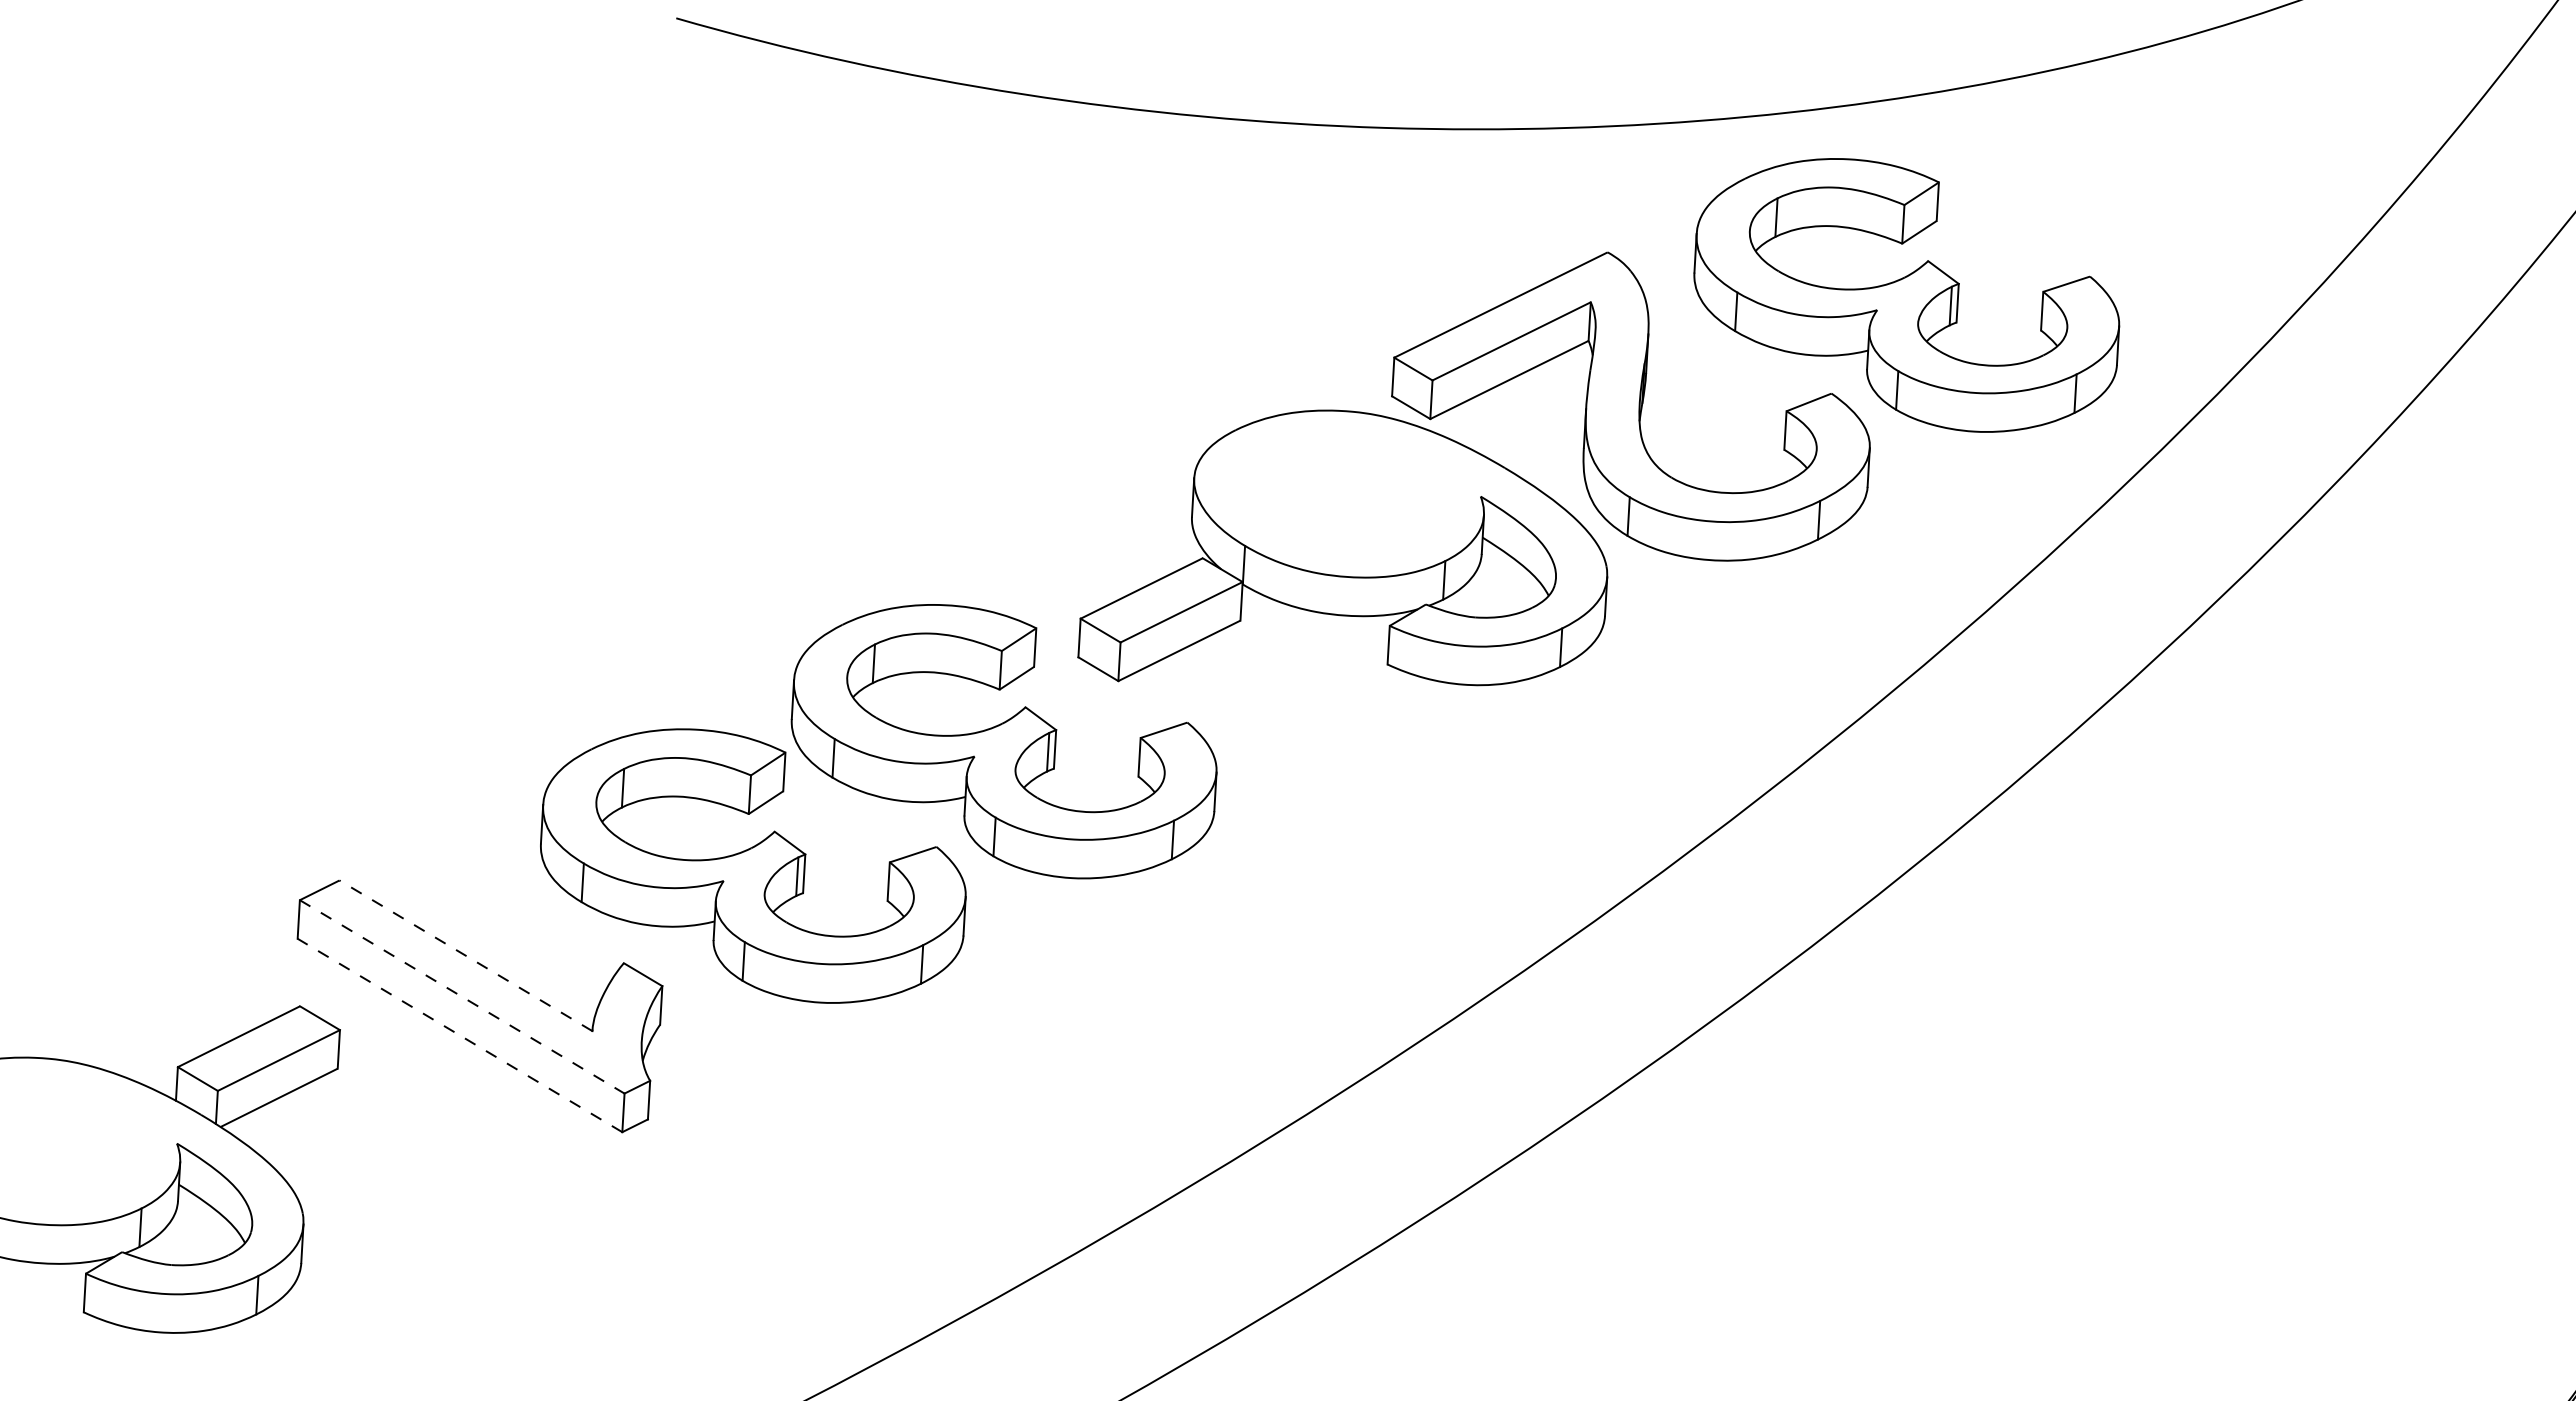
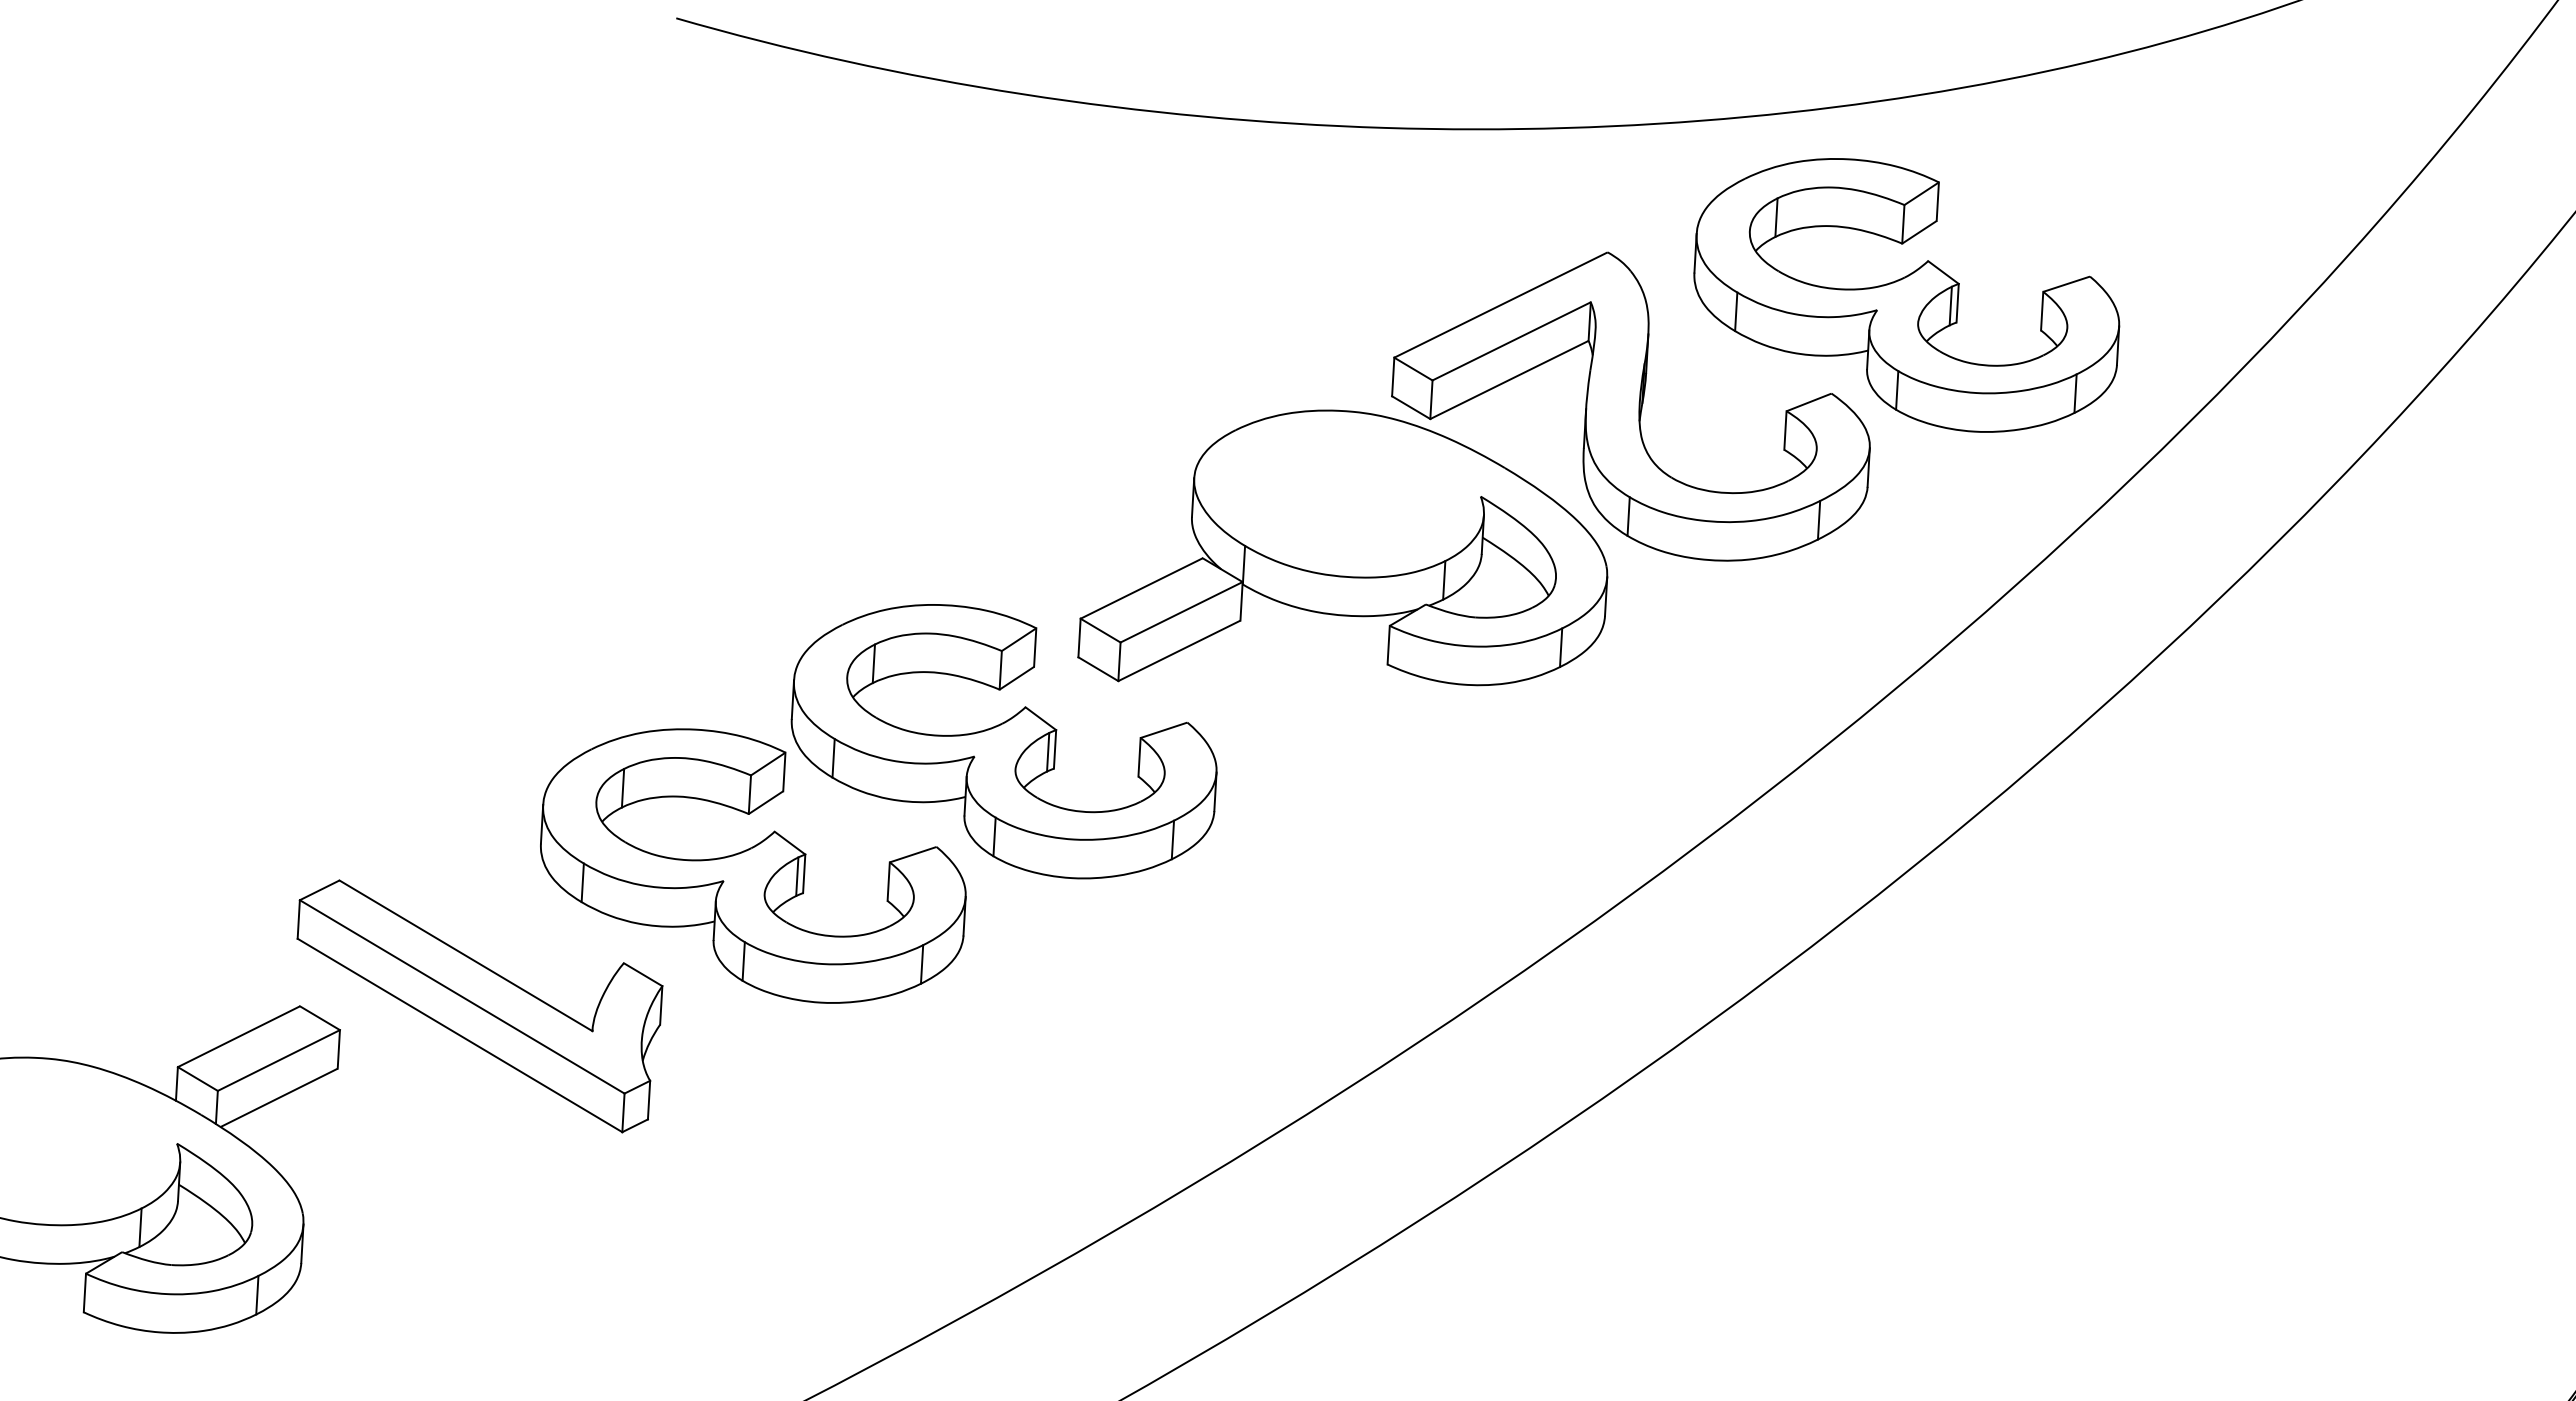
line at (465, 955): dashed -> solid
line at (462, 996): dashed -> solid
line at (460, 1035): dashed -> solid
